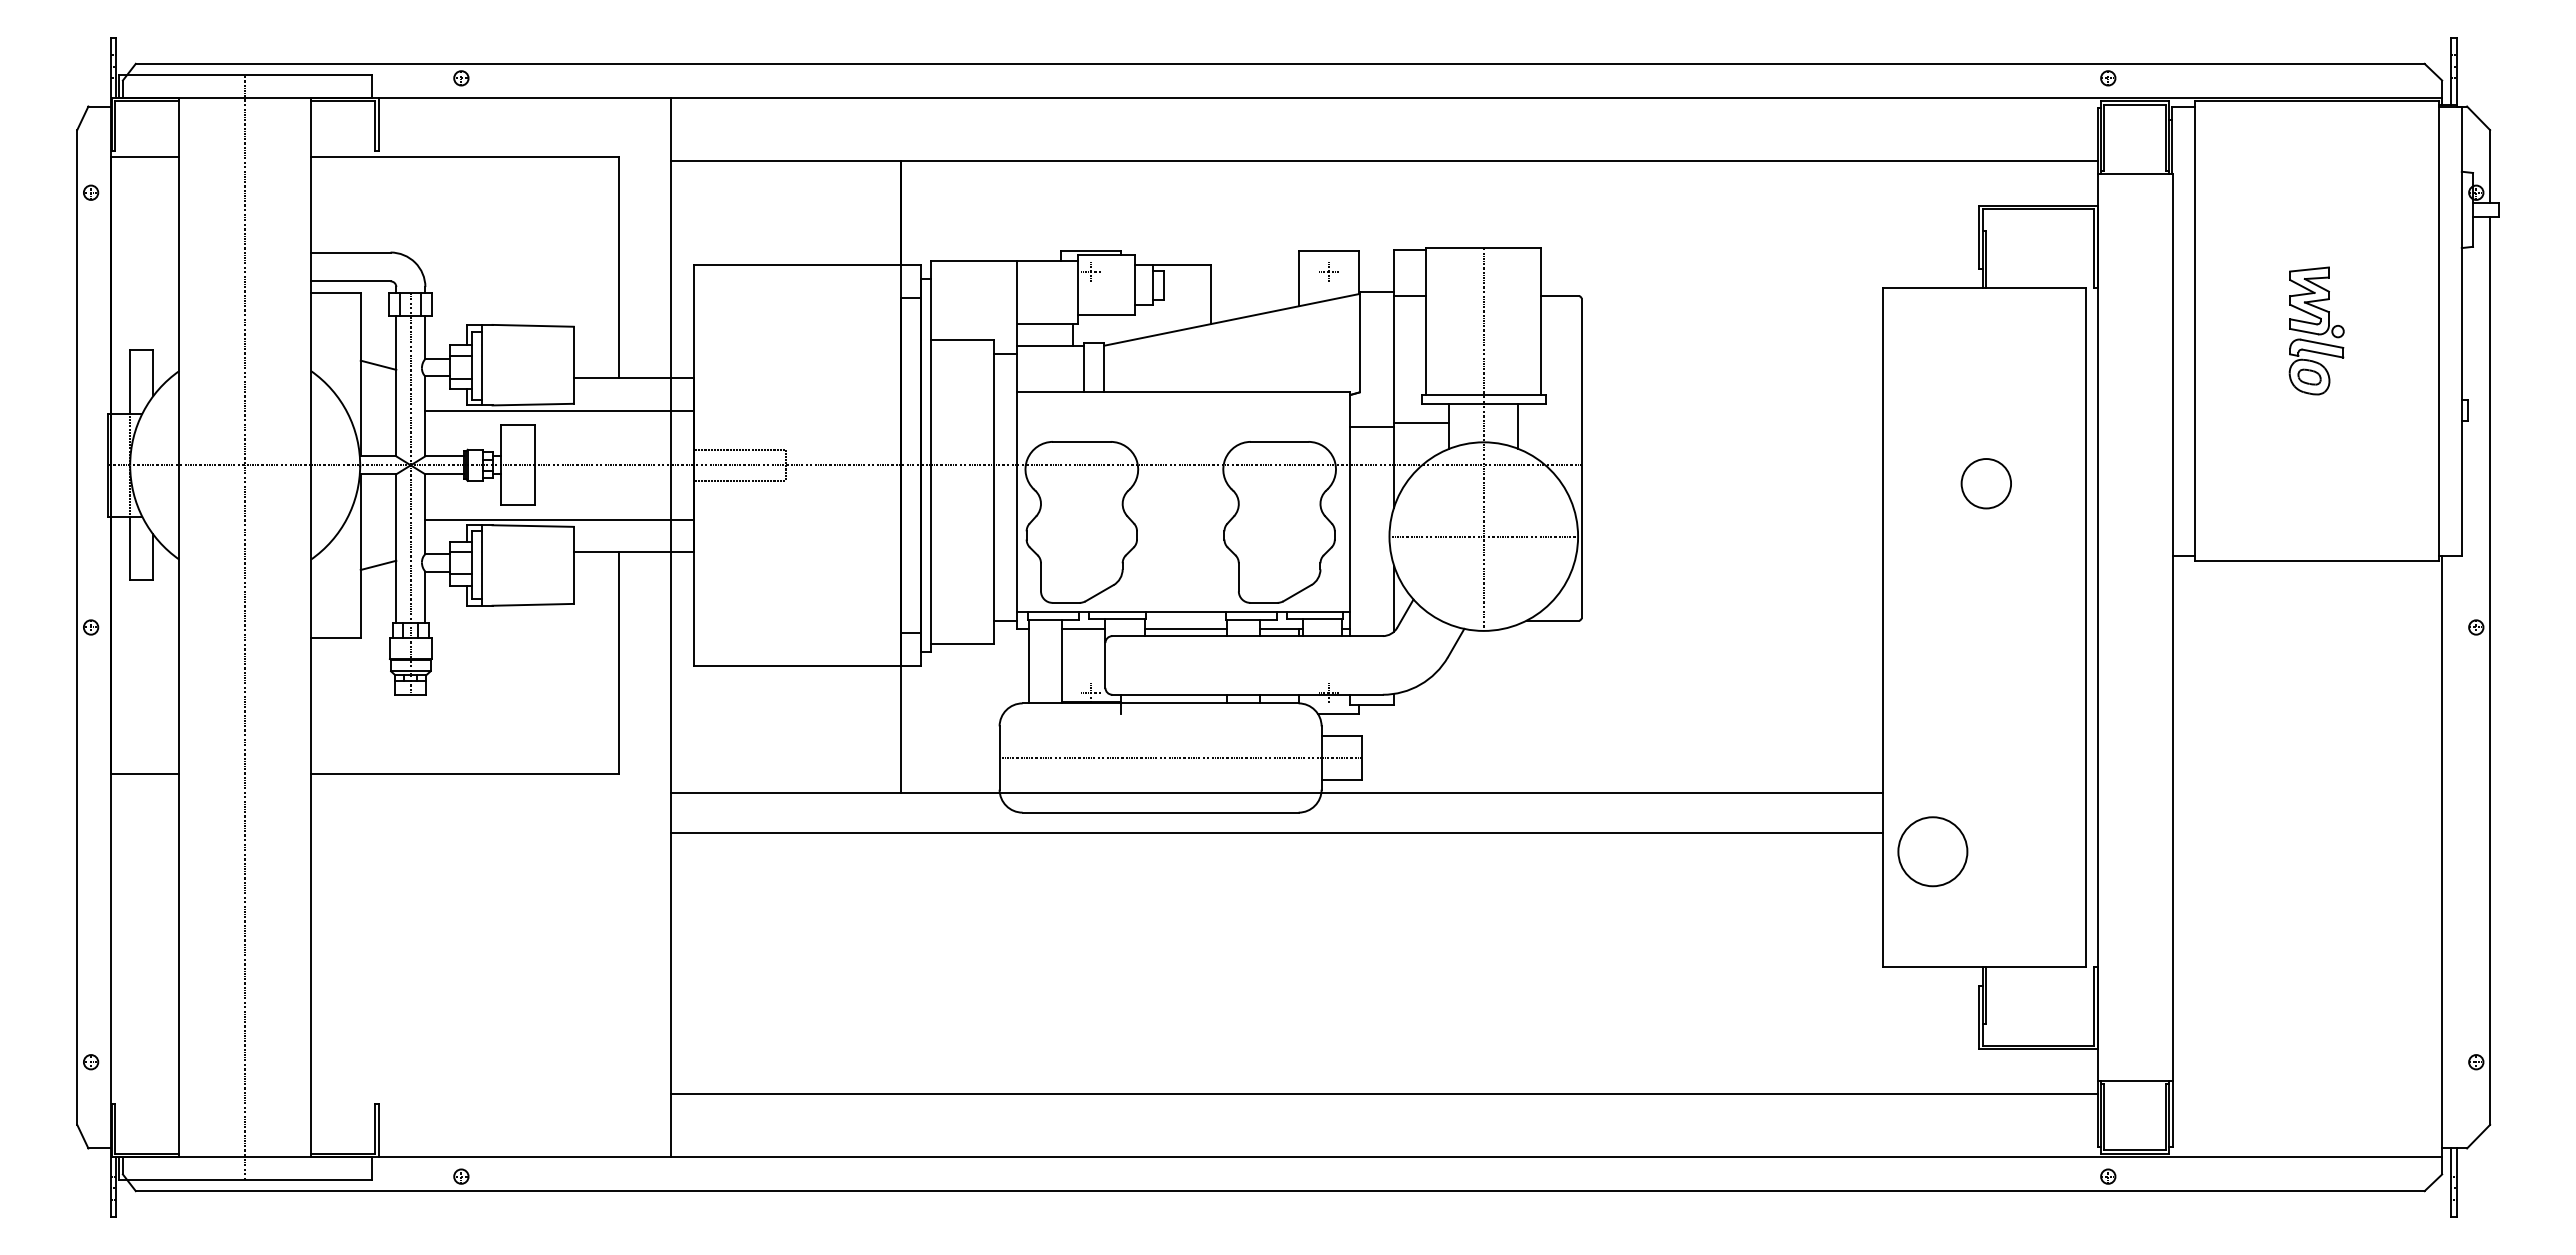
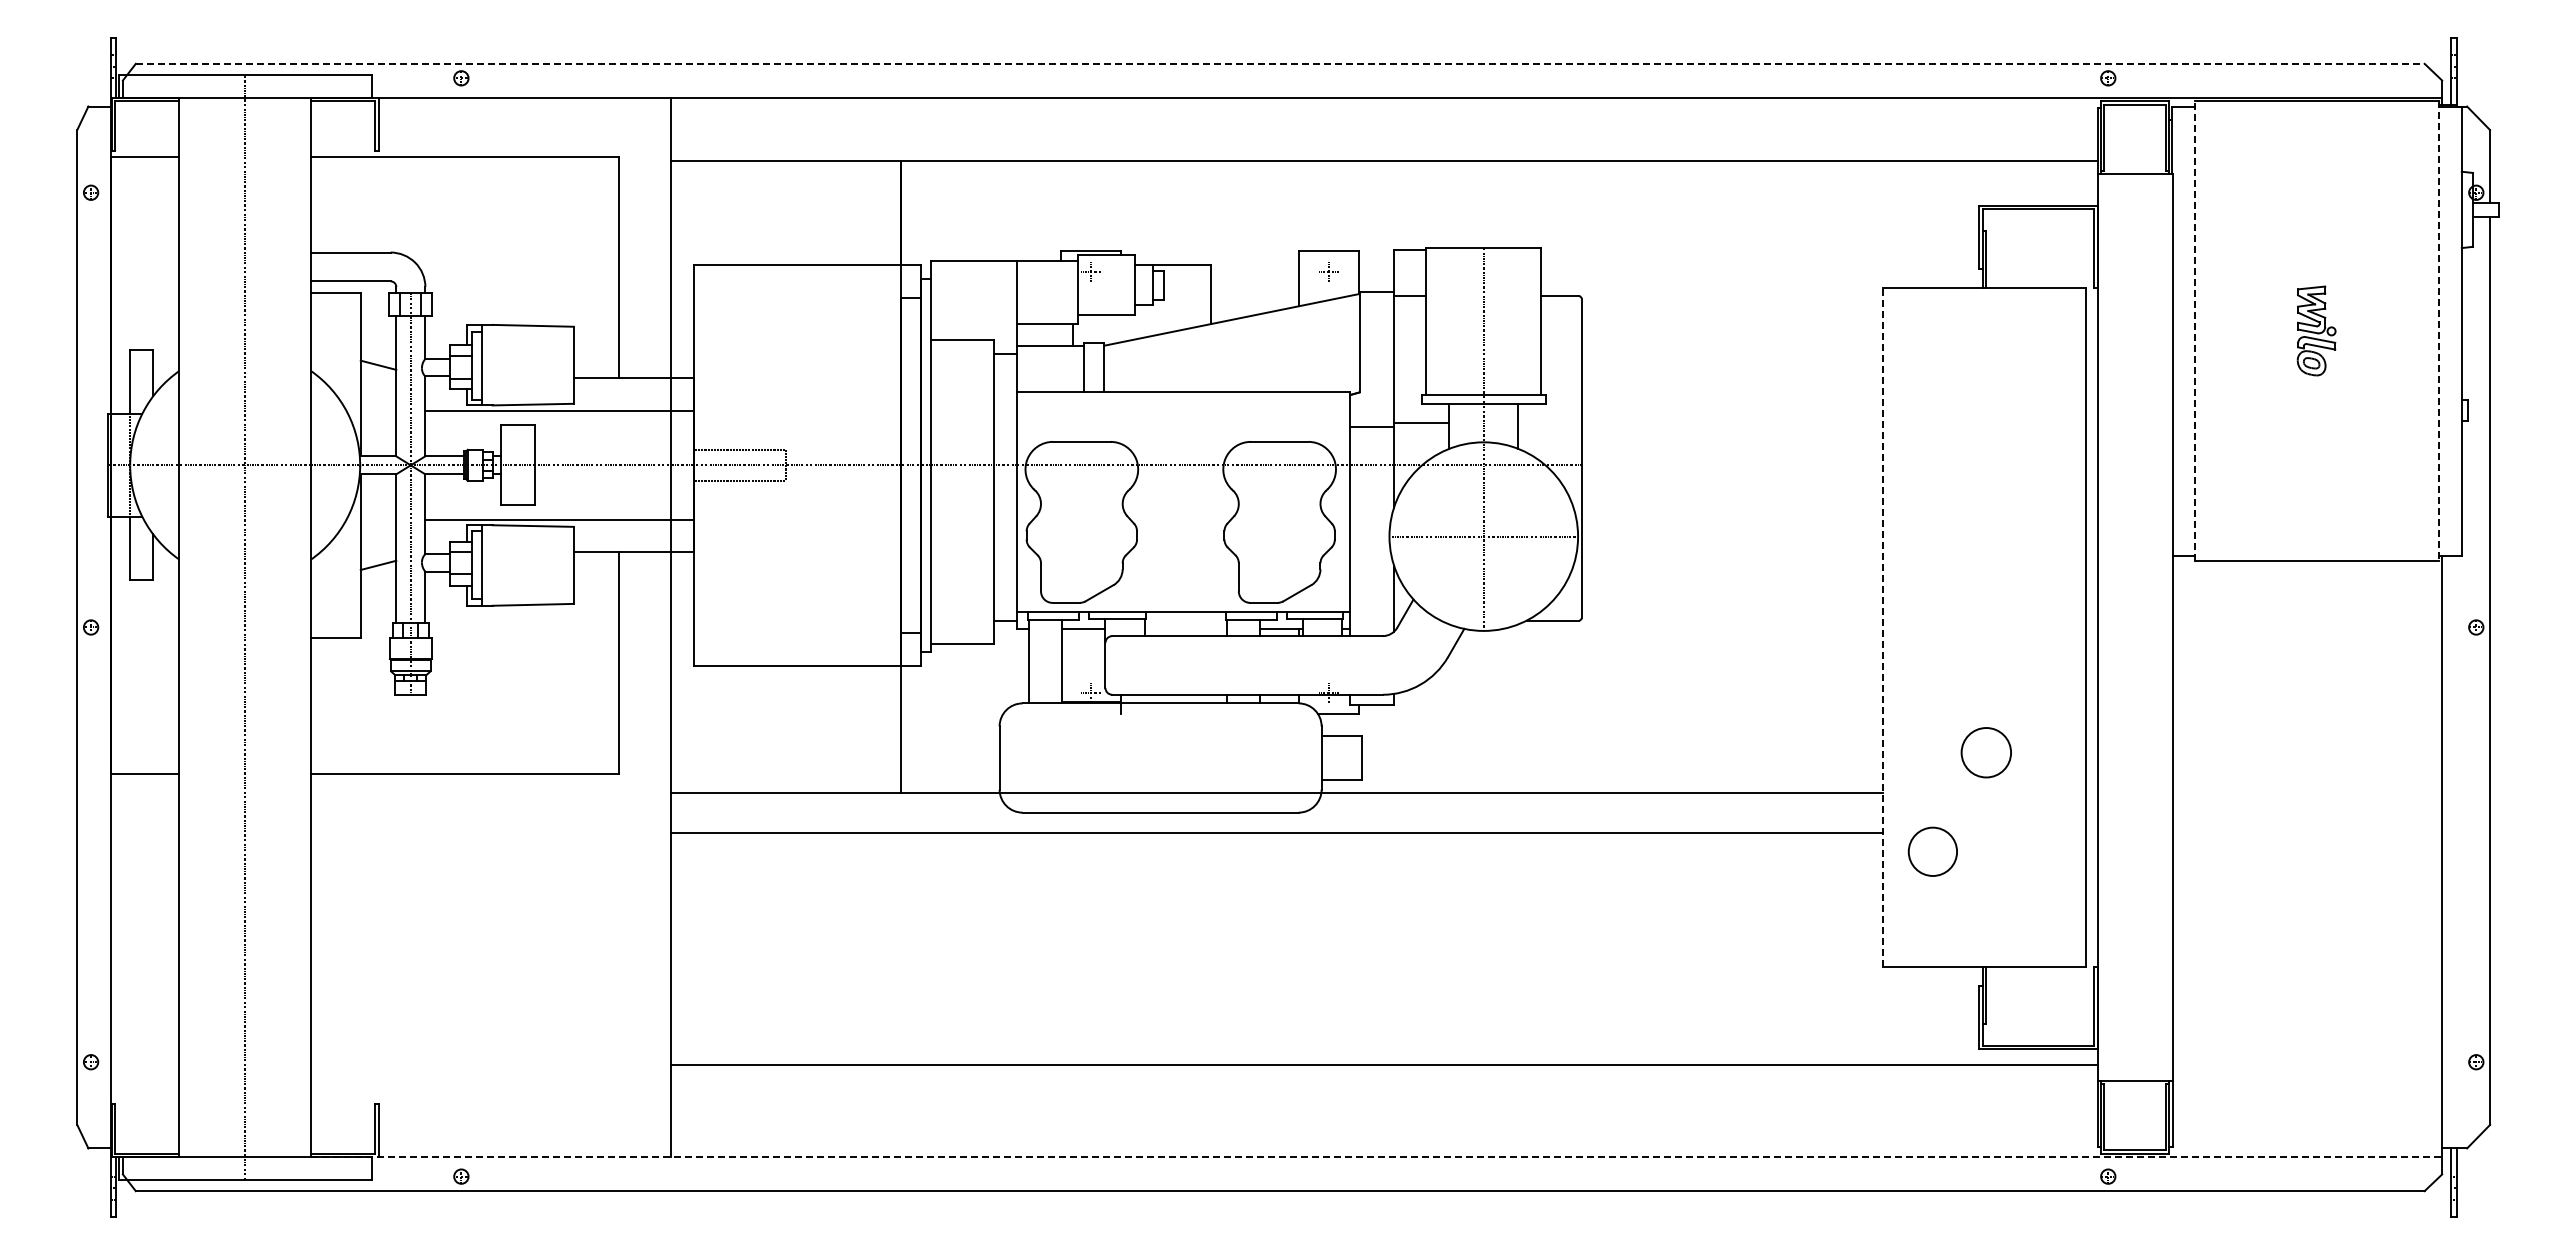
line at (1280, 63): solid -> dashed
line at (2194, 330): solid -> dashed
part at (2316, 330) size: 57x130 px -> 41x92 px
line at (2438, 331): solid -> dashed
circle at (1985, 483) position: (1985, 483) -> (1985, 752)
line at (1882, 627): solid -> dashed
line at (1185, 628): present -> none
line at (1180, 758): present -> none
circle at (1932, 851) size: 72x72 px -> 51x51 px
line at (1383, 1093) position: (1383, 1093) -> (1383, 1064)
line at (1376, 1157): solid -> dashed
